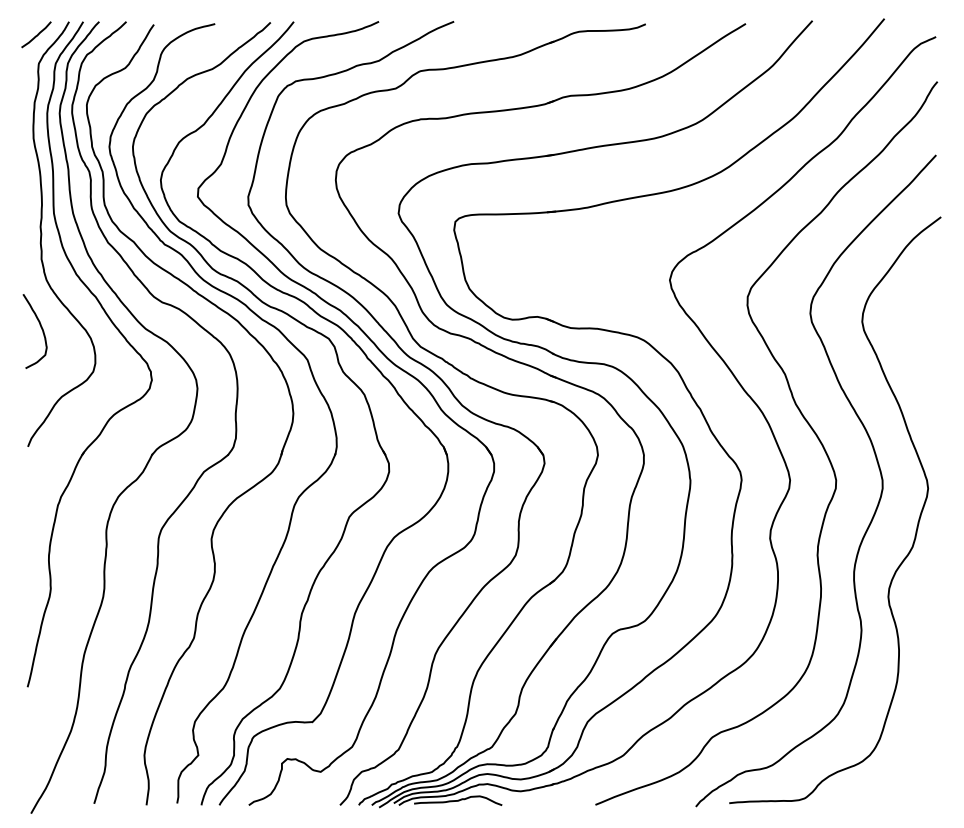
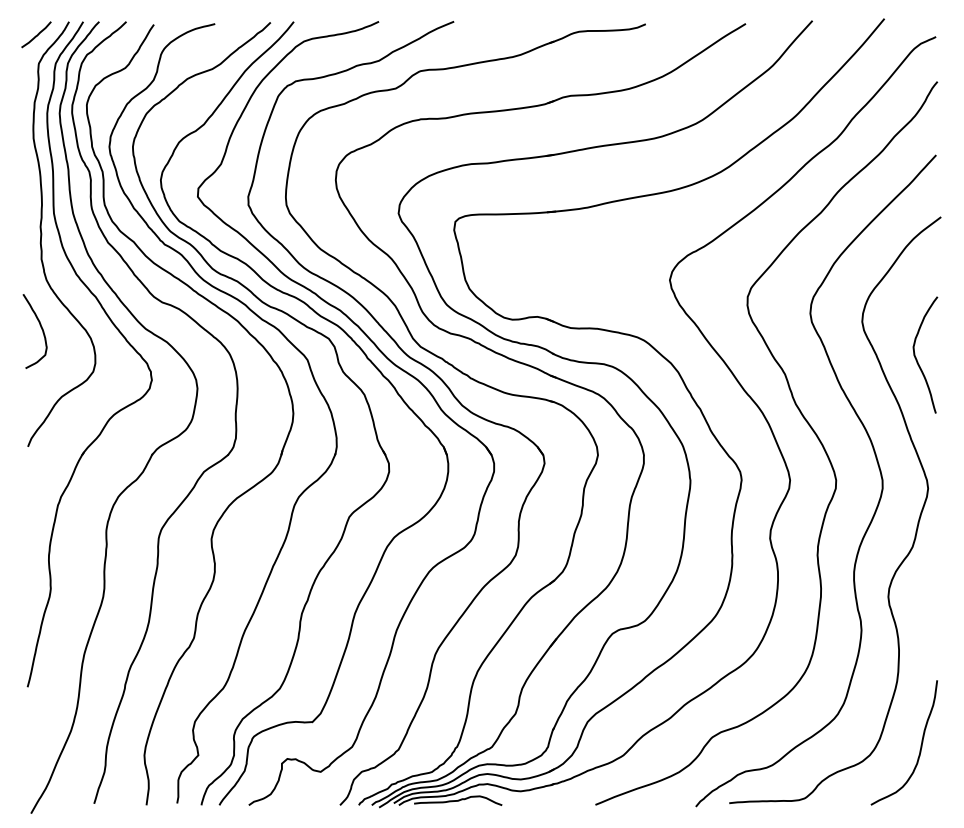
curve at (917, 359): none -> present
curve at (920, 745): none -> present
